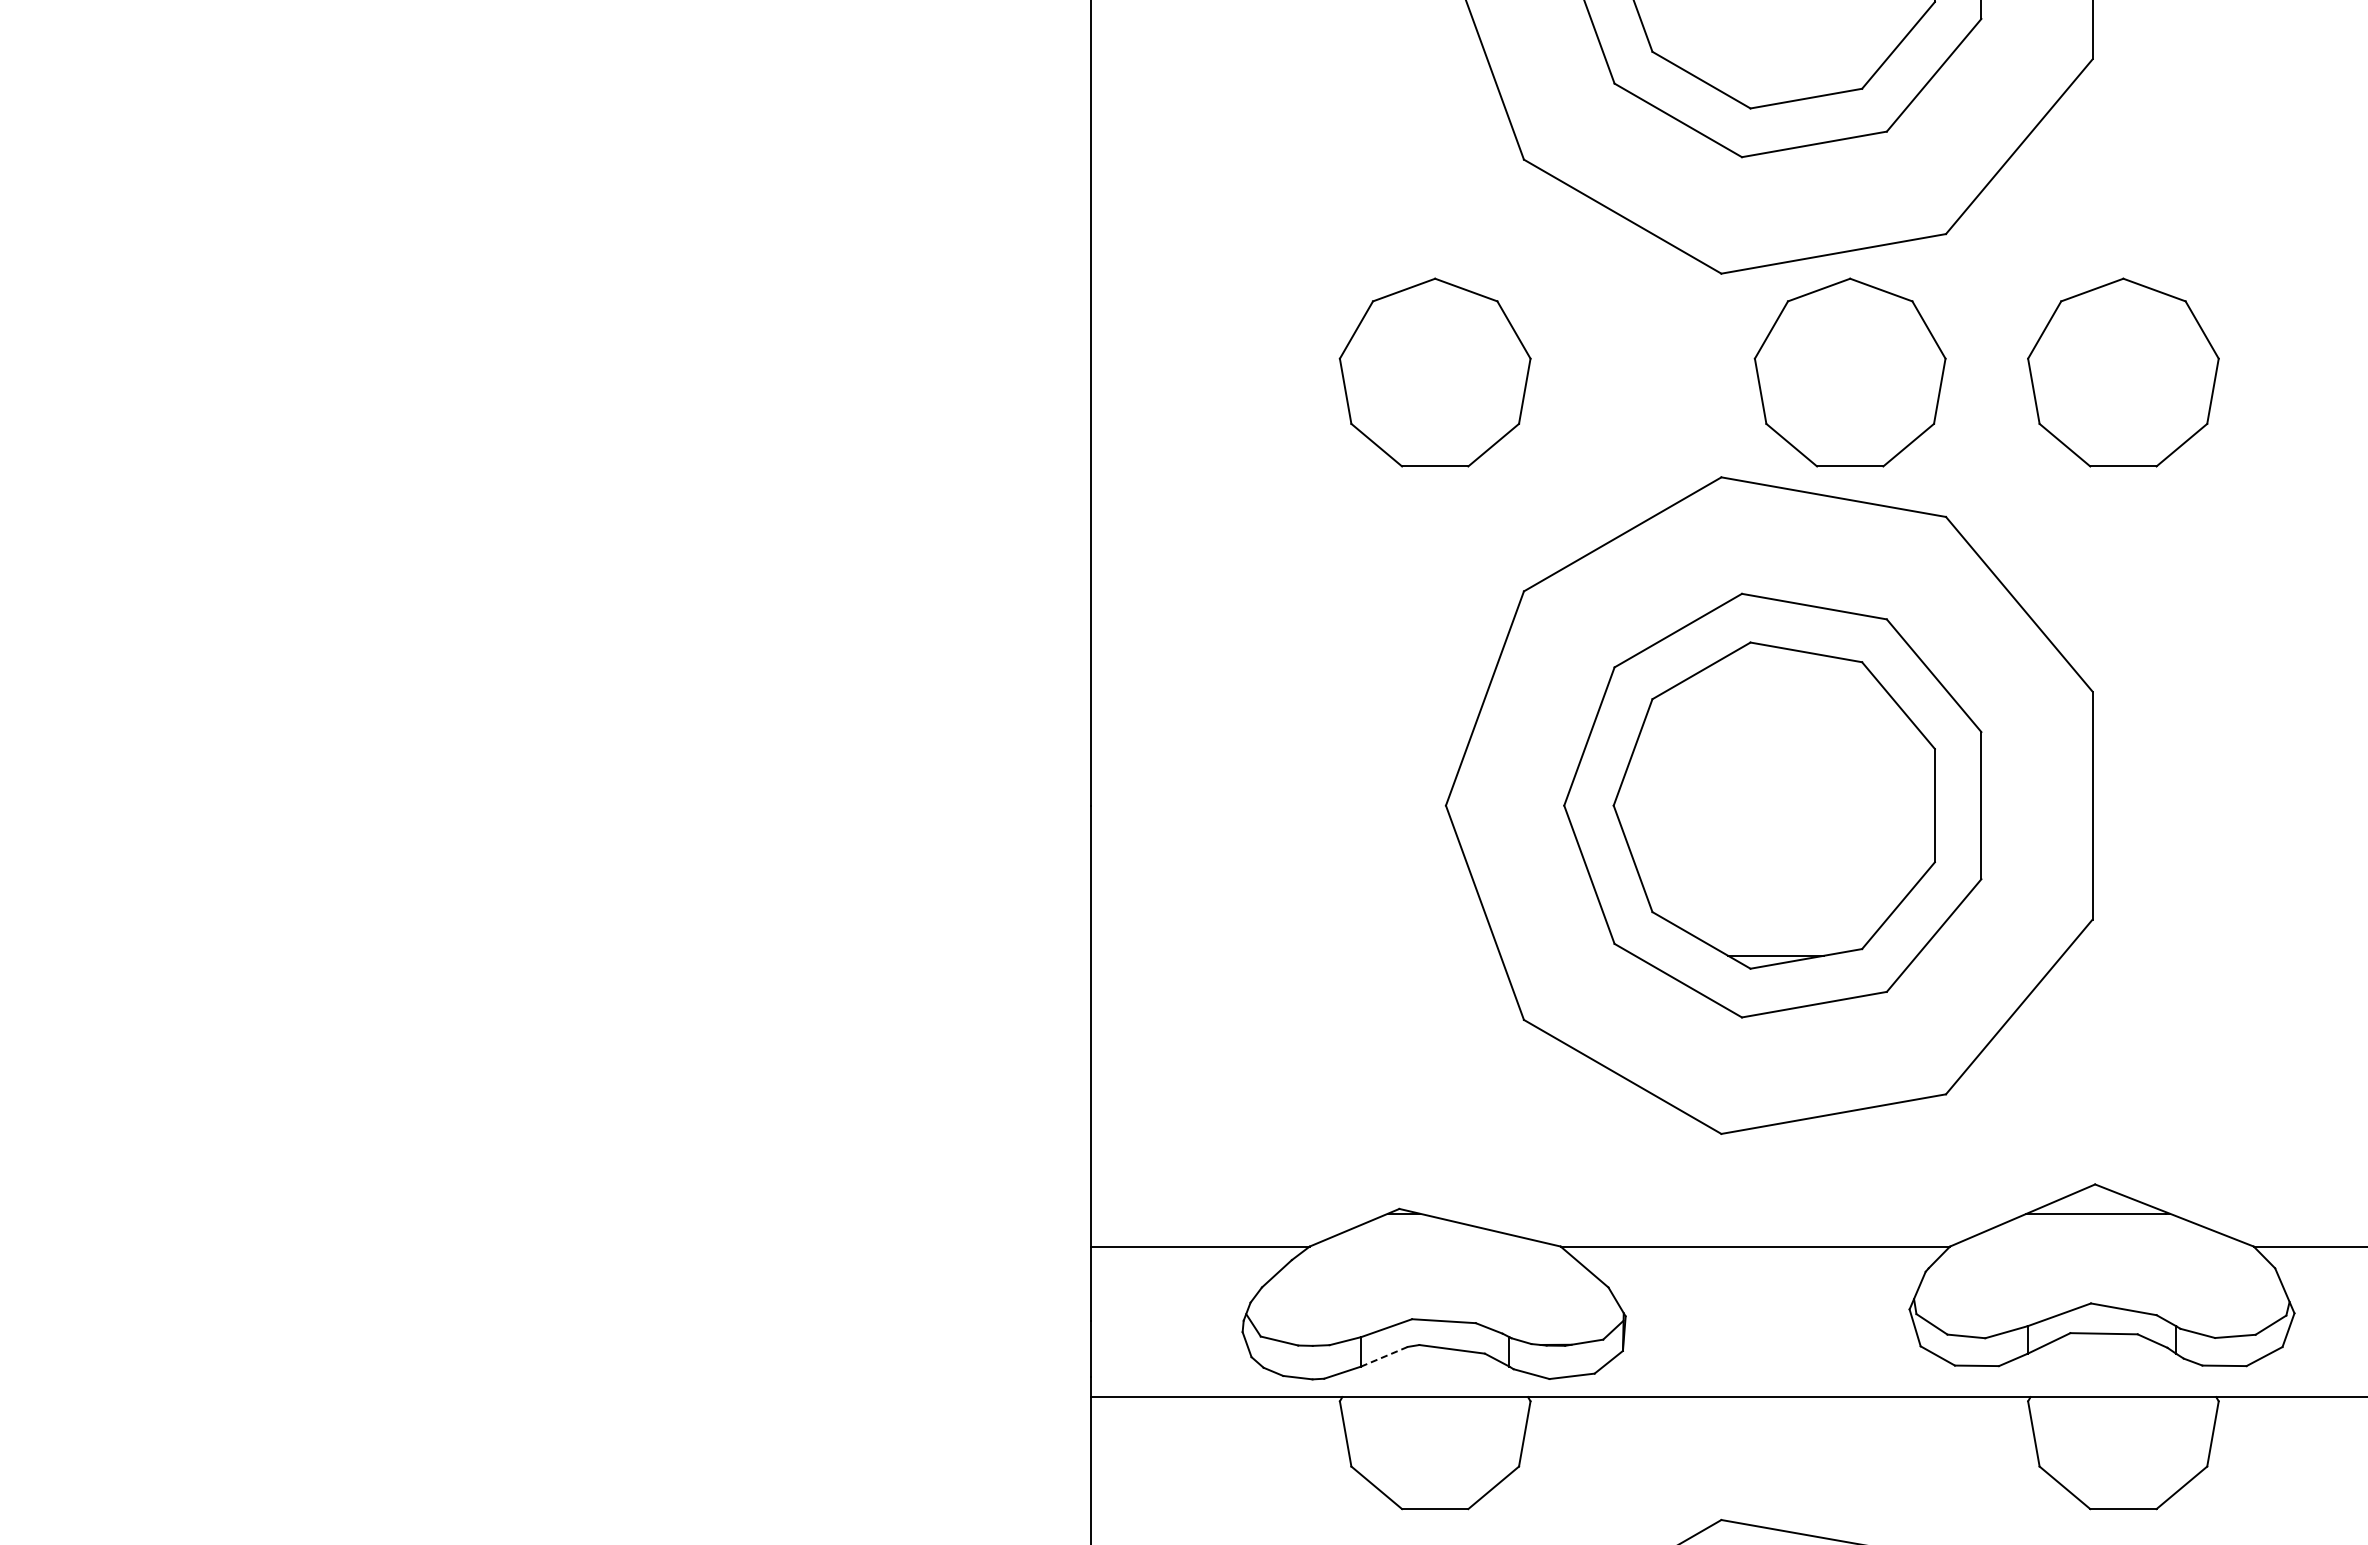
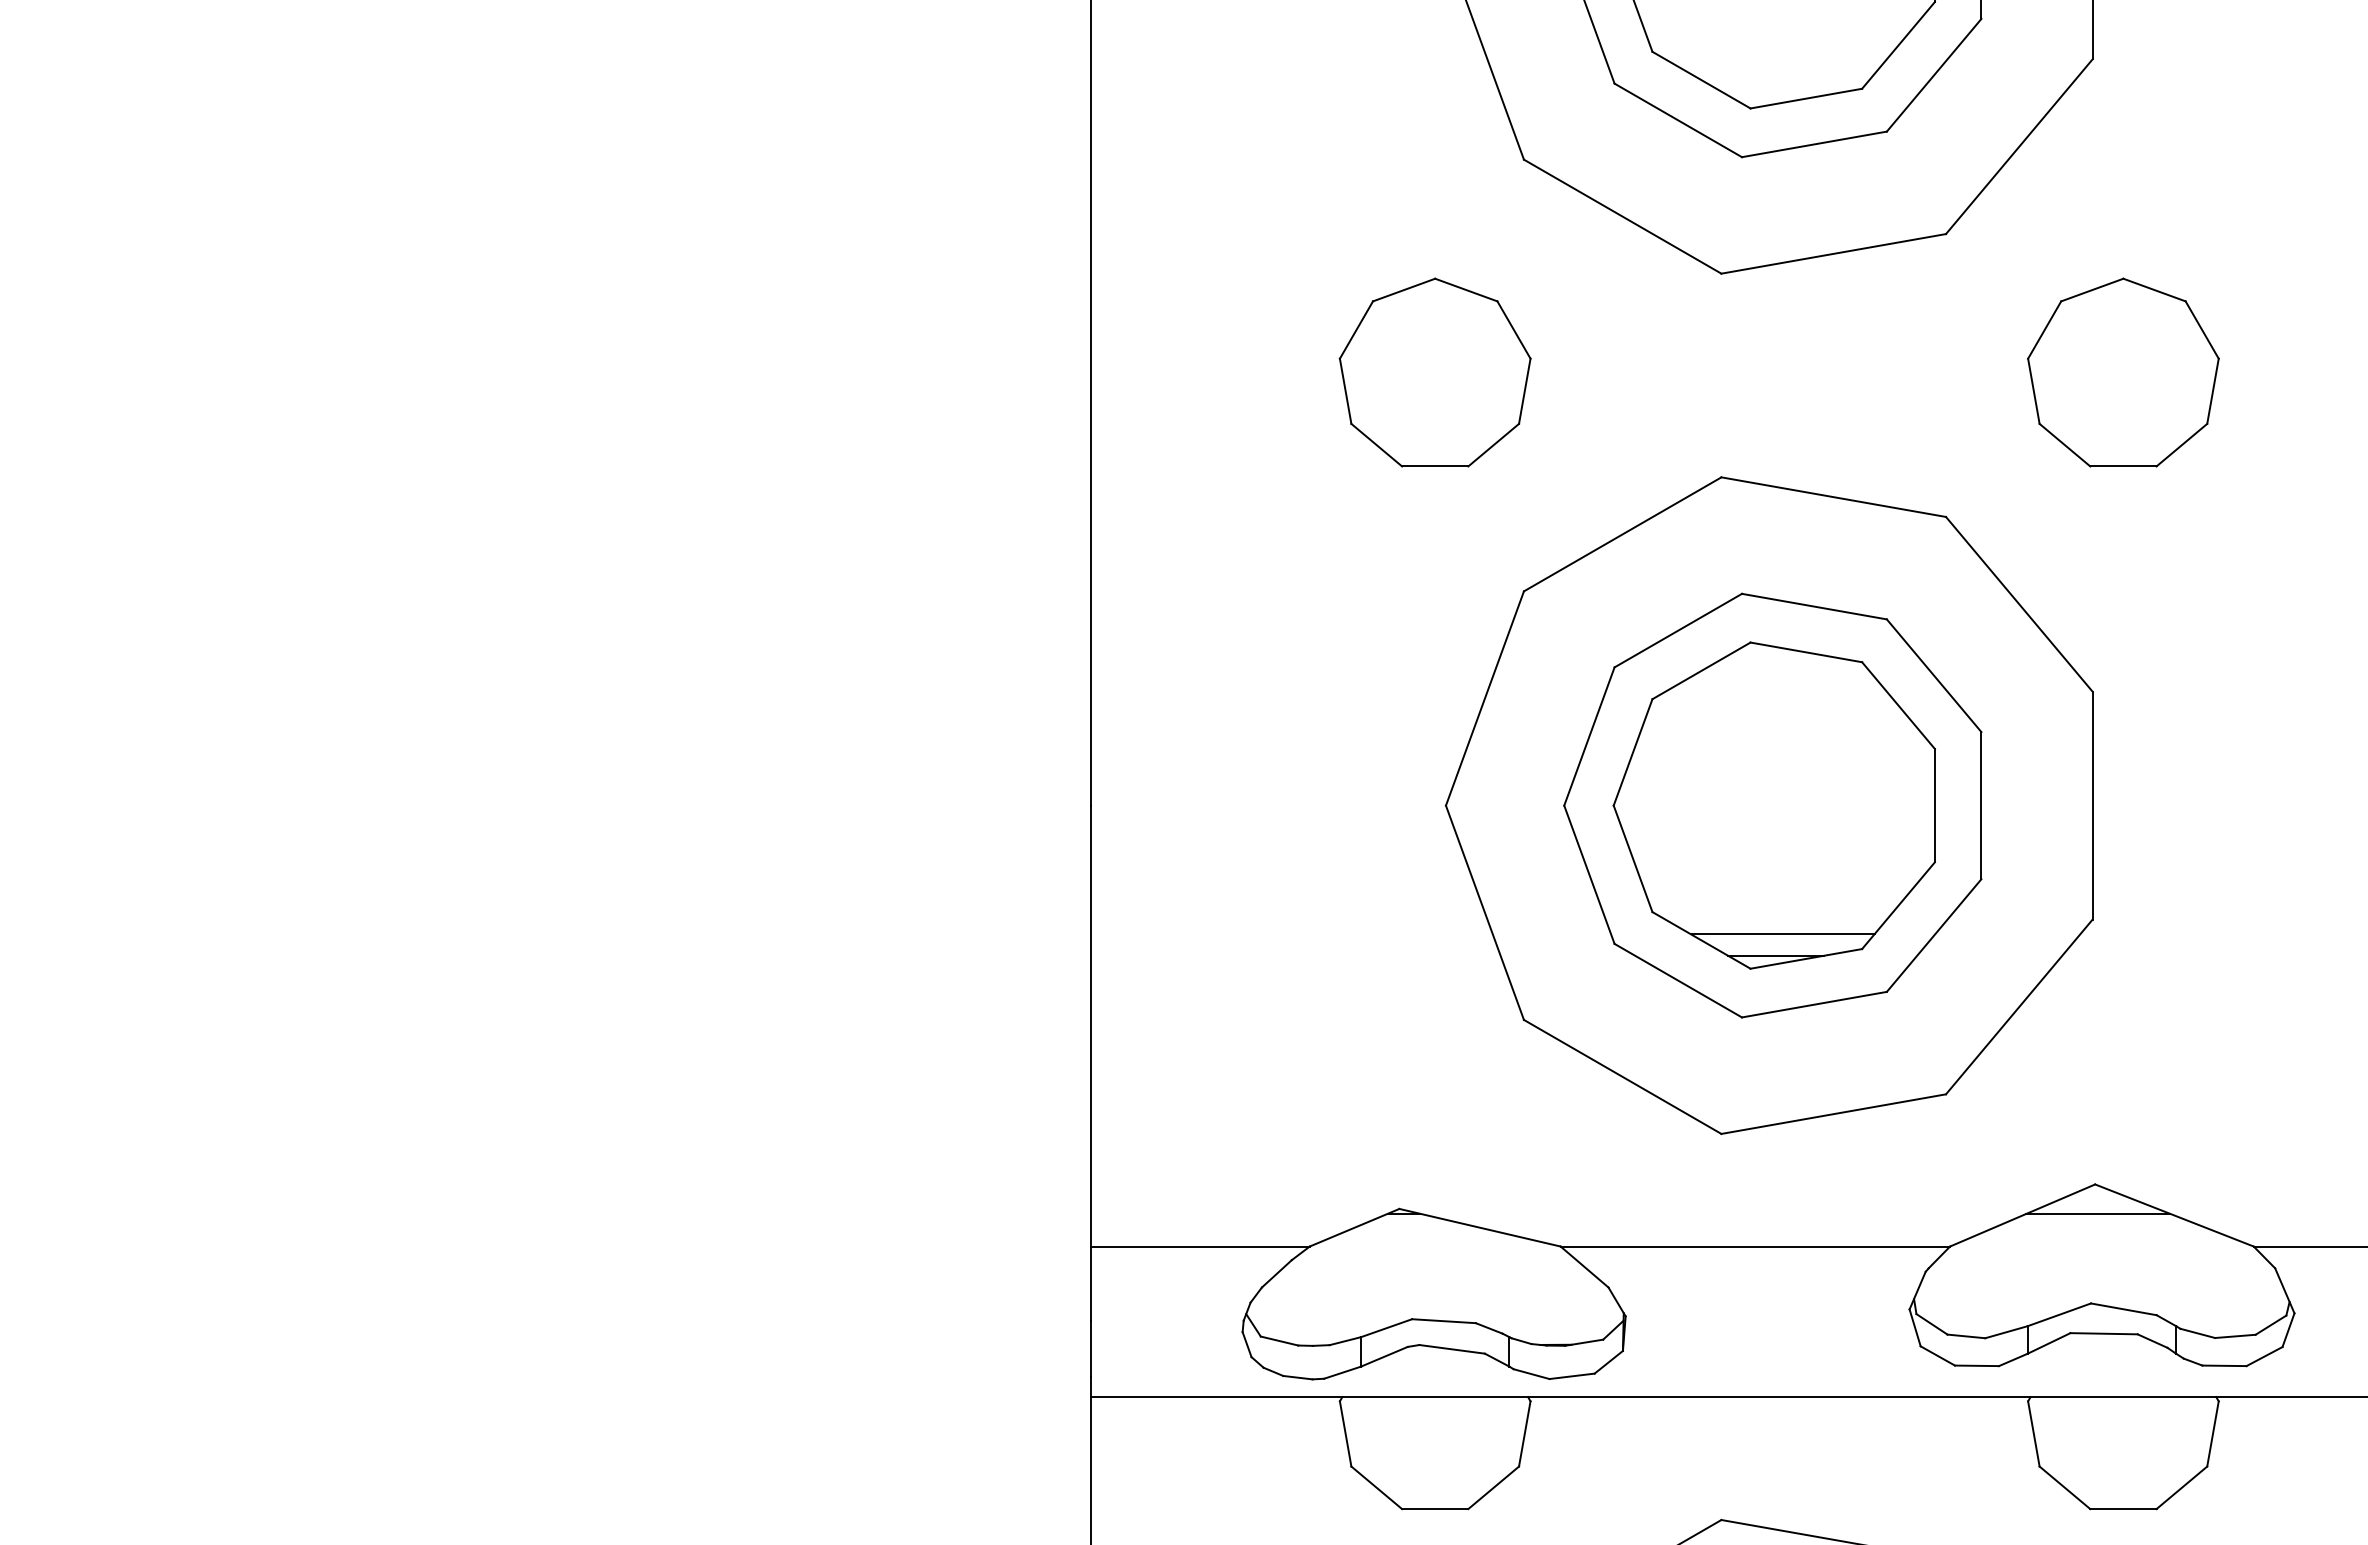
part at (1849, 372): present -> none
line at (1782, 934): none -> present
line at (1383, 1356): dashed -> solid
